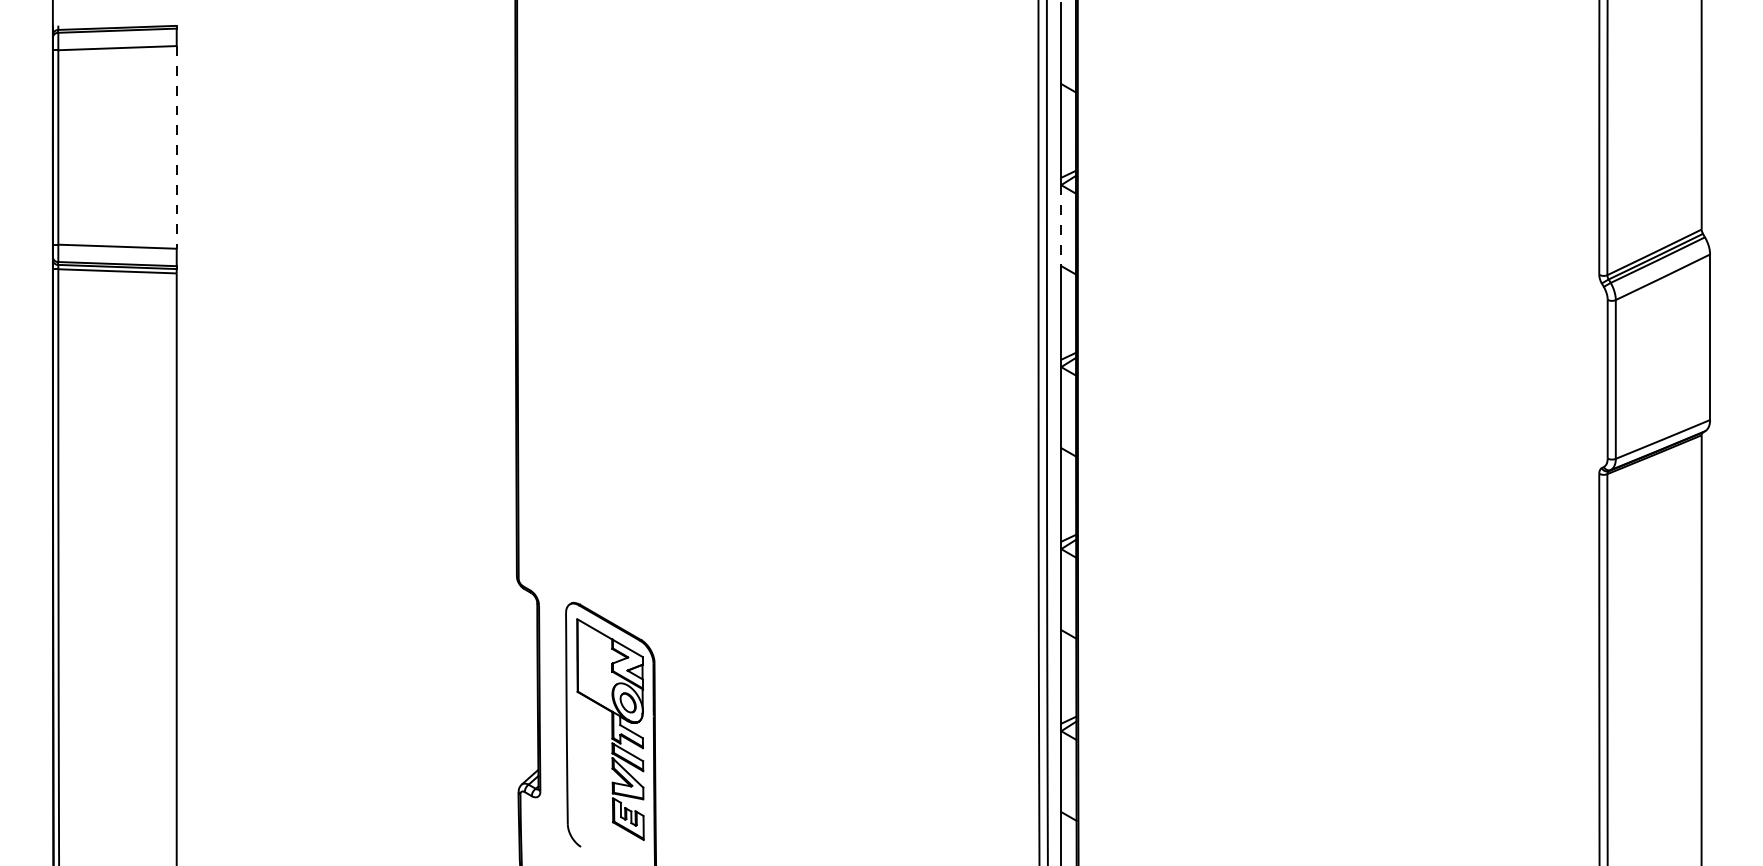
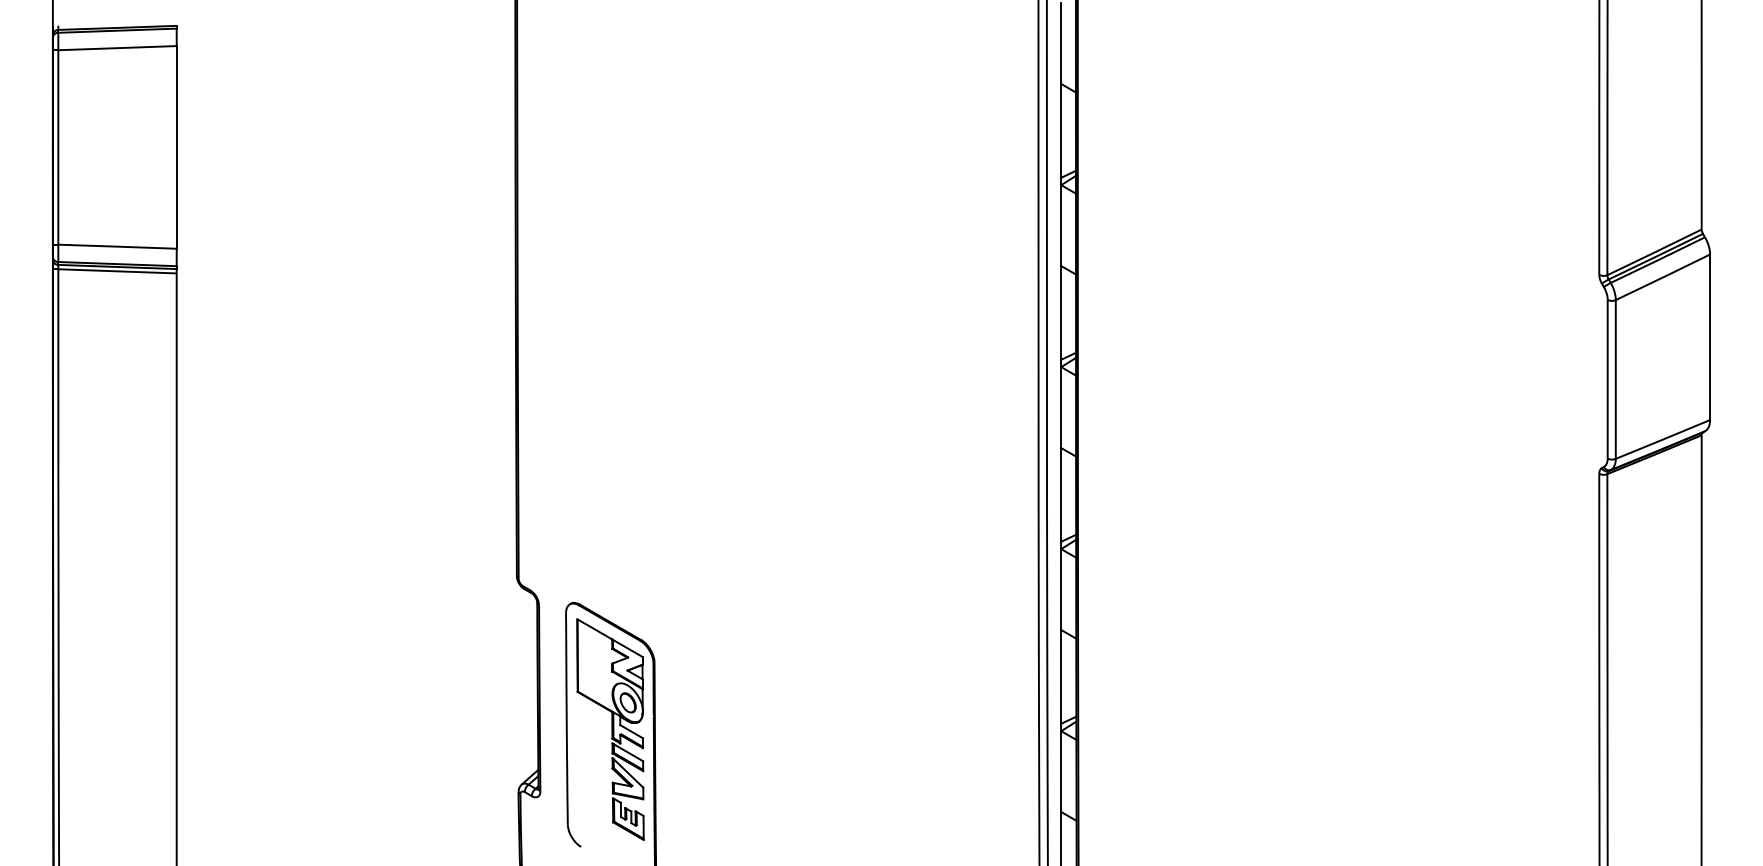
line at (176, 147): dashed -> solid
line at (1061, 226): dashed -> solid
